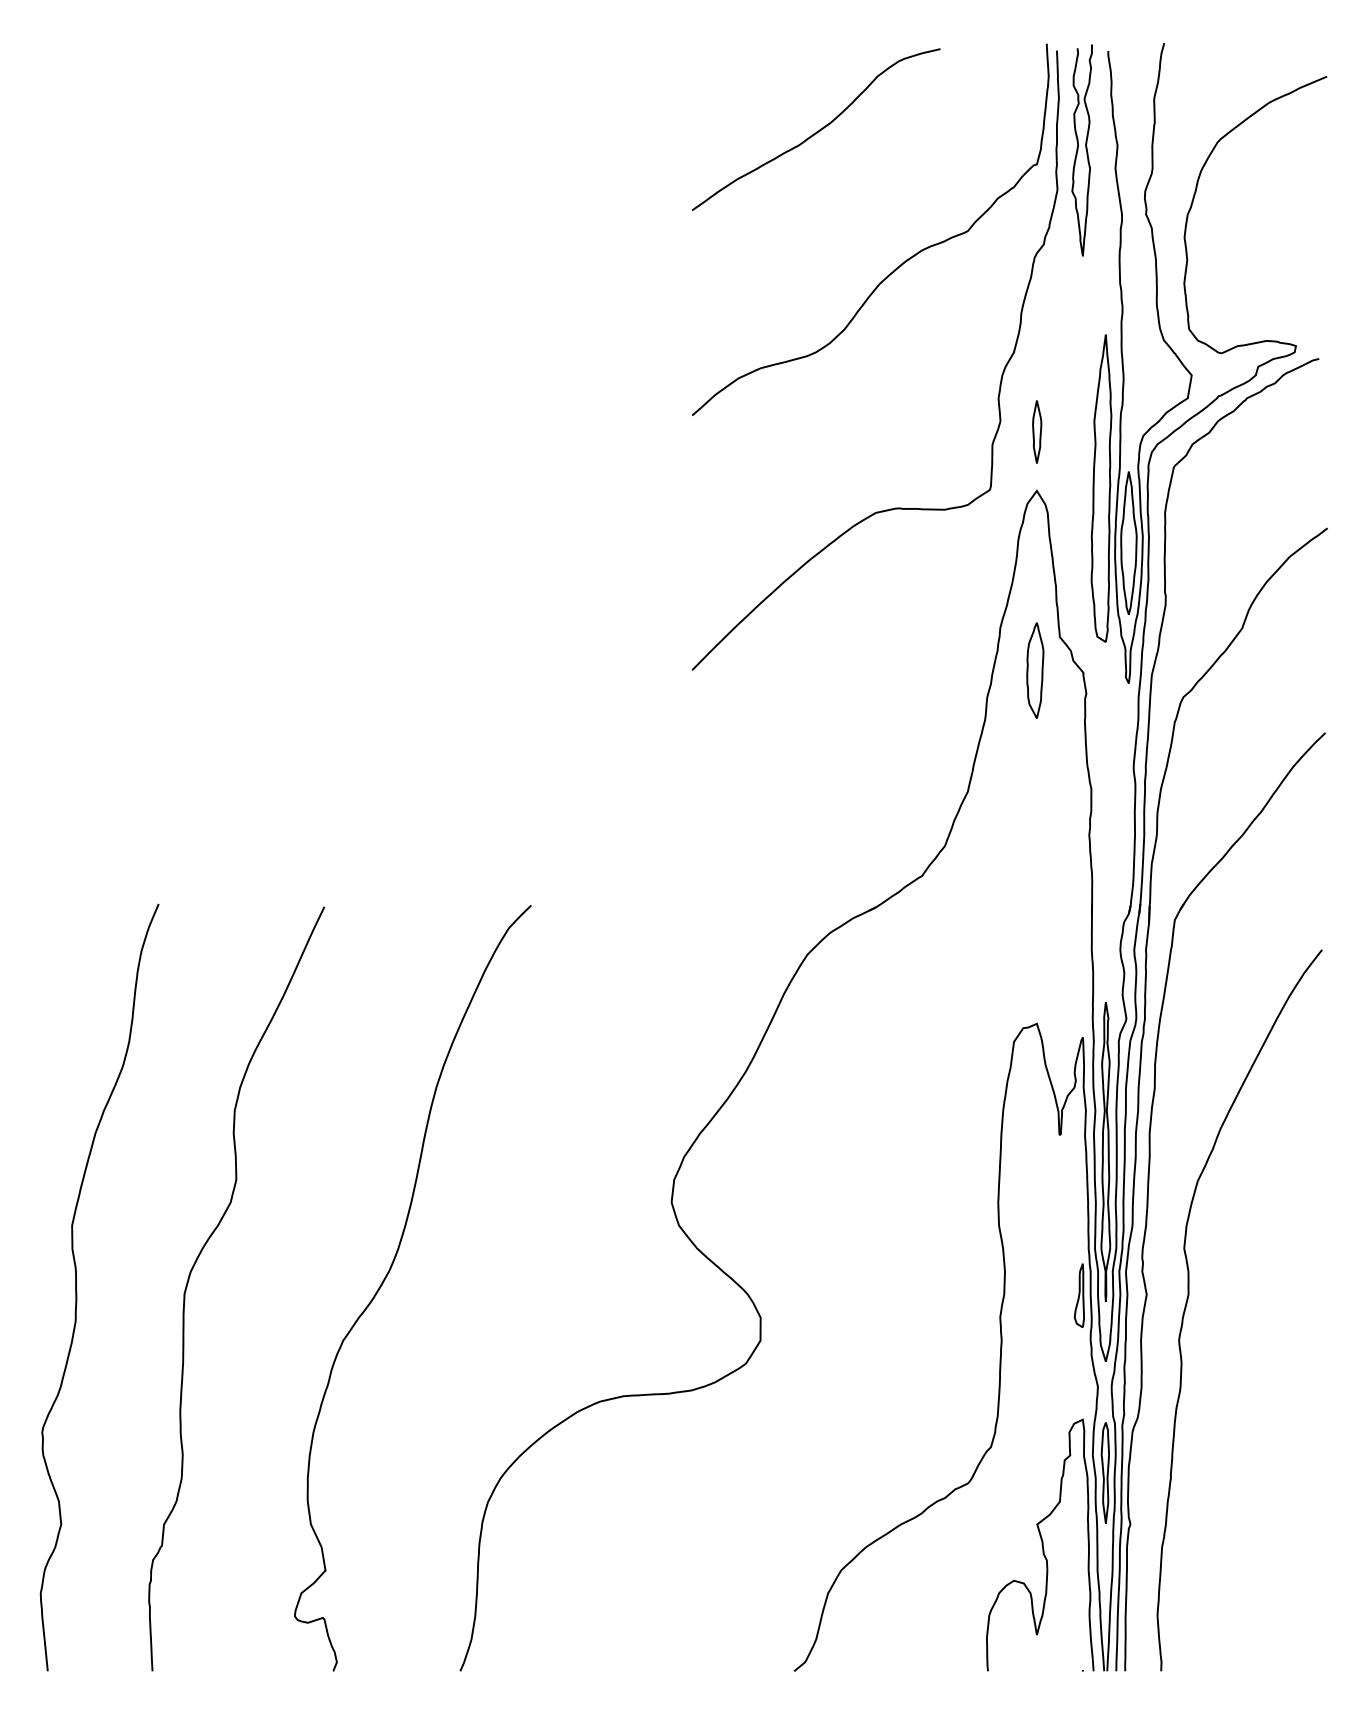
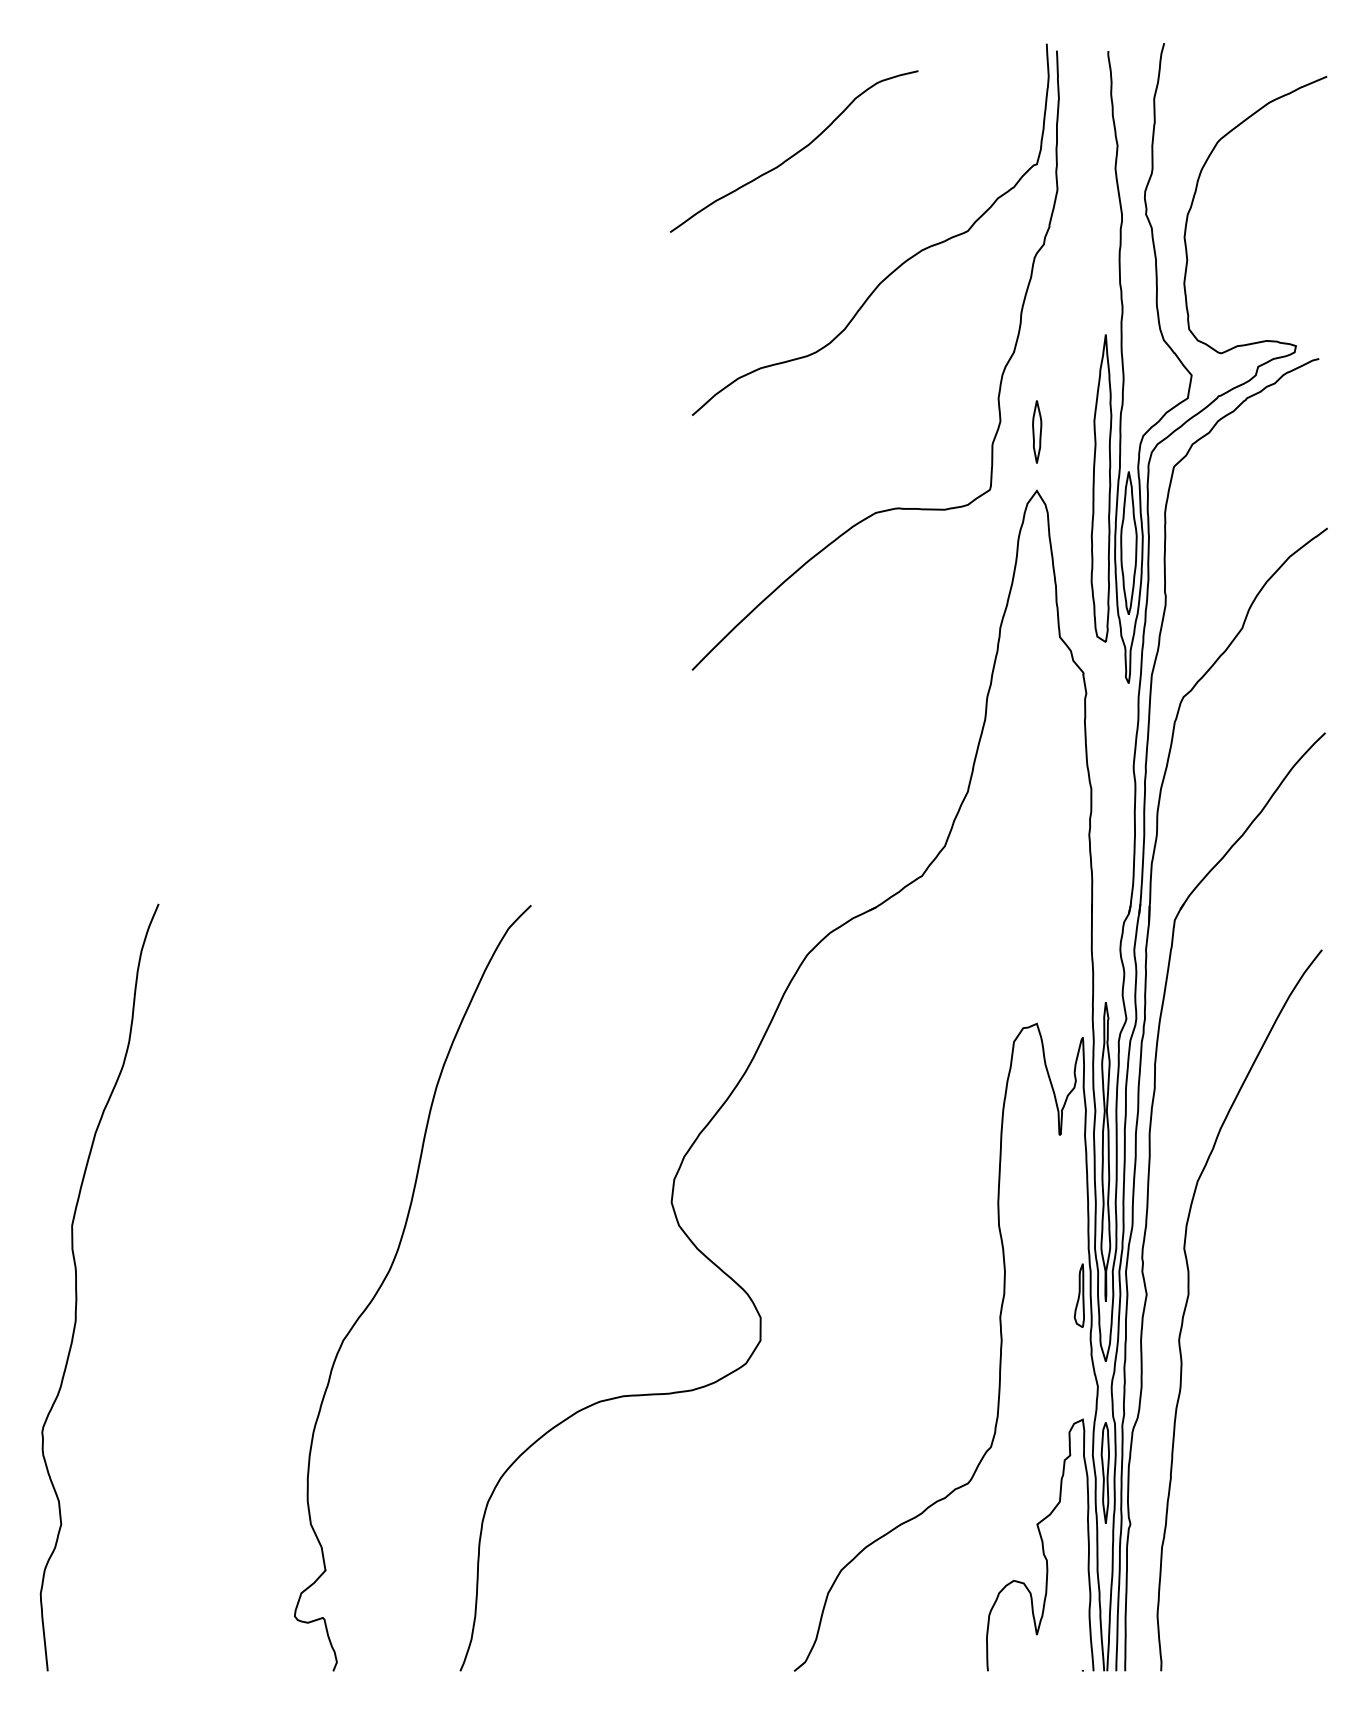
curve at (816, 131) position: (816, 131) -> (794, 153)
curve at (1078, 150): present -> none
part at (1035, 670): present -> none
curve at (194, 1266): present -> none
